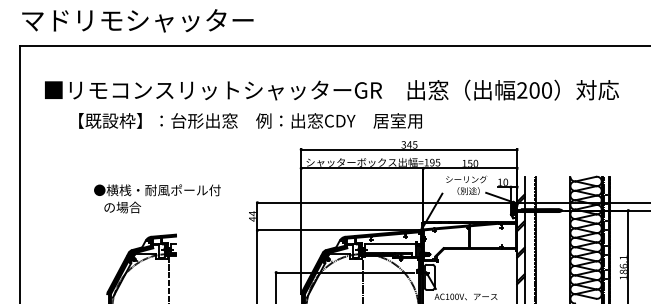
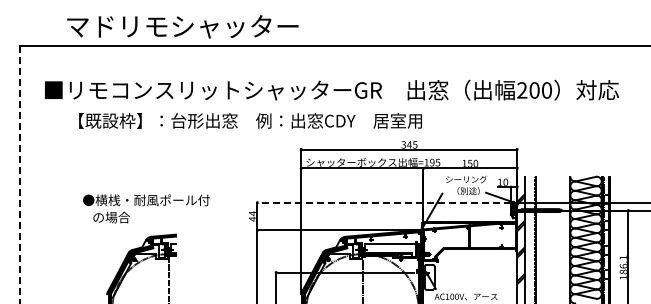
text at (137, 20) position: (137, 20) -> (182, 26)
line at (19, 175): solid -> dashed
text at (157, 198) position: (157, 198) -> (146, 208)
line at (383, 202): solid -> dashed
